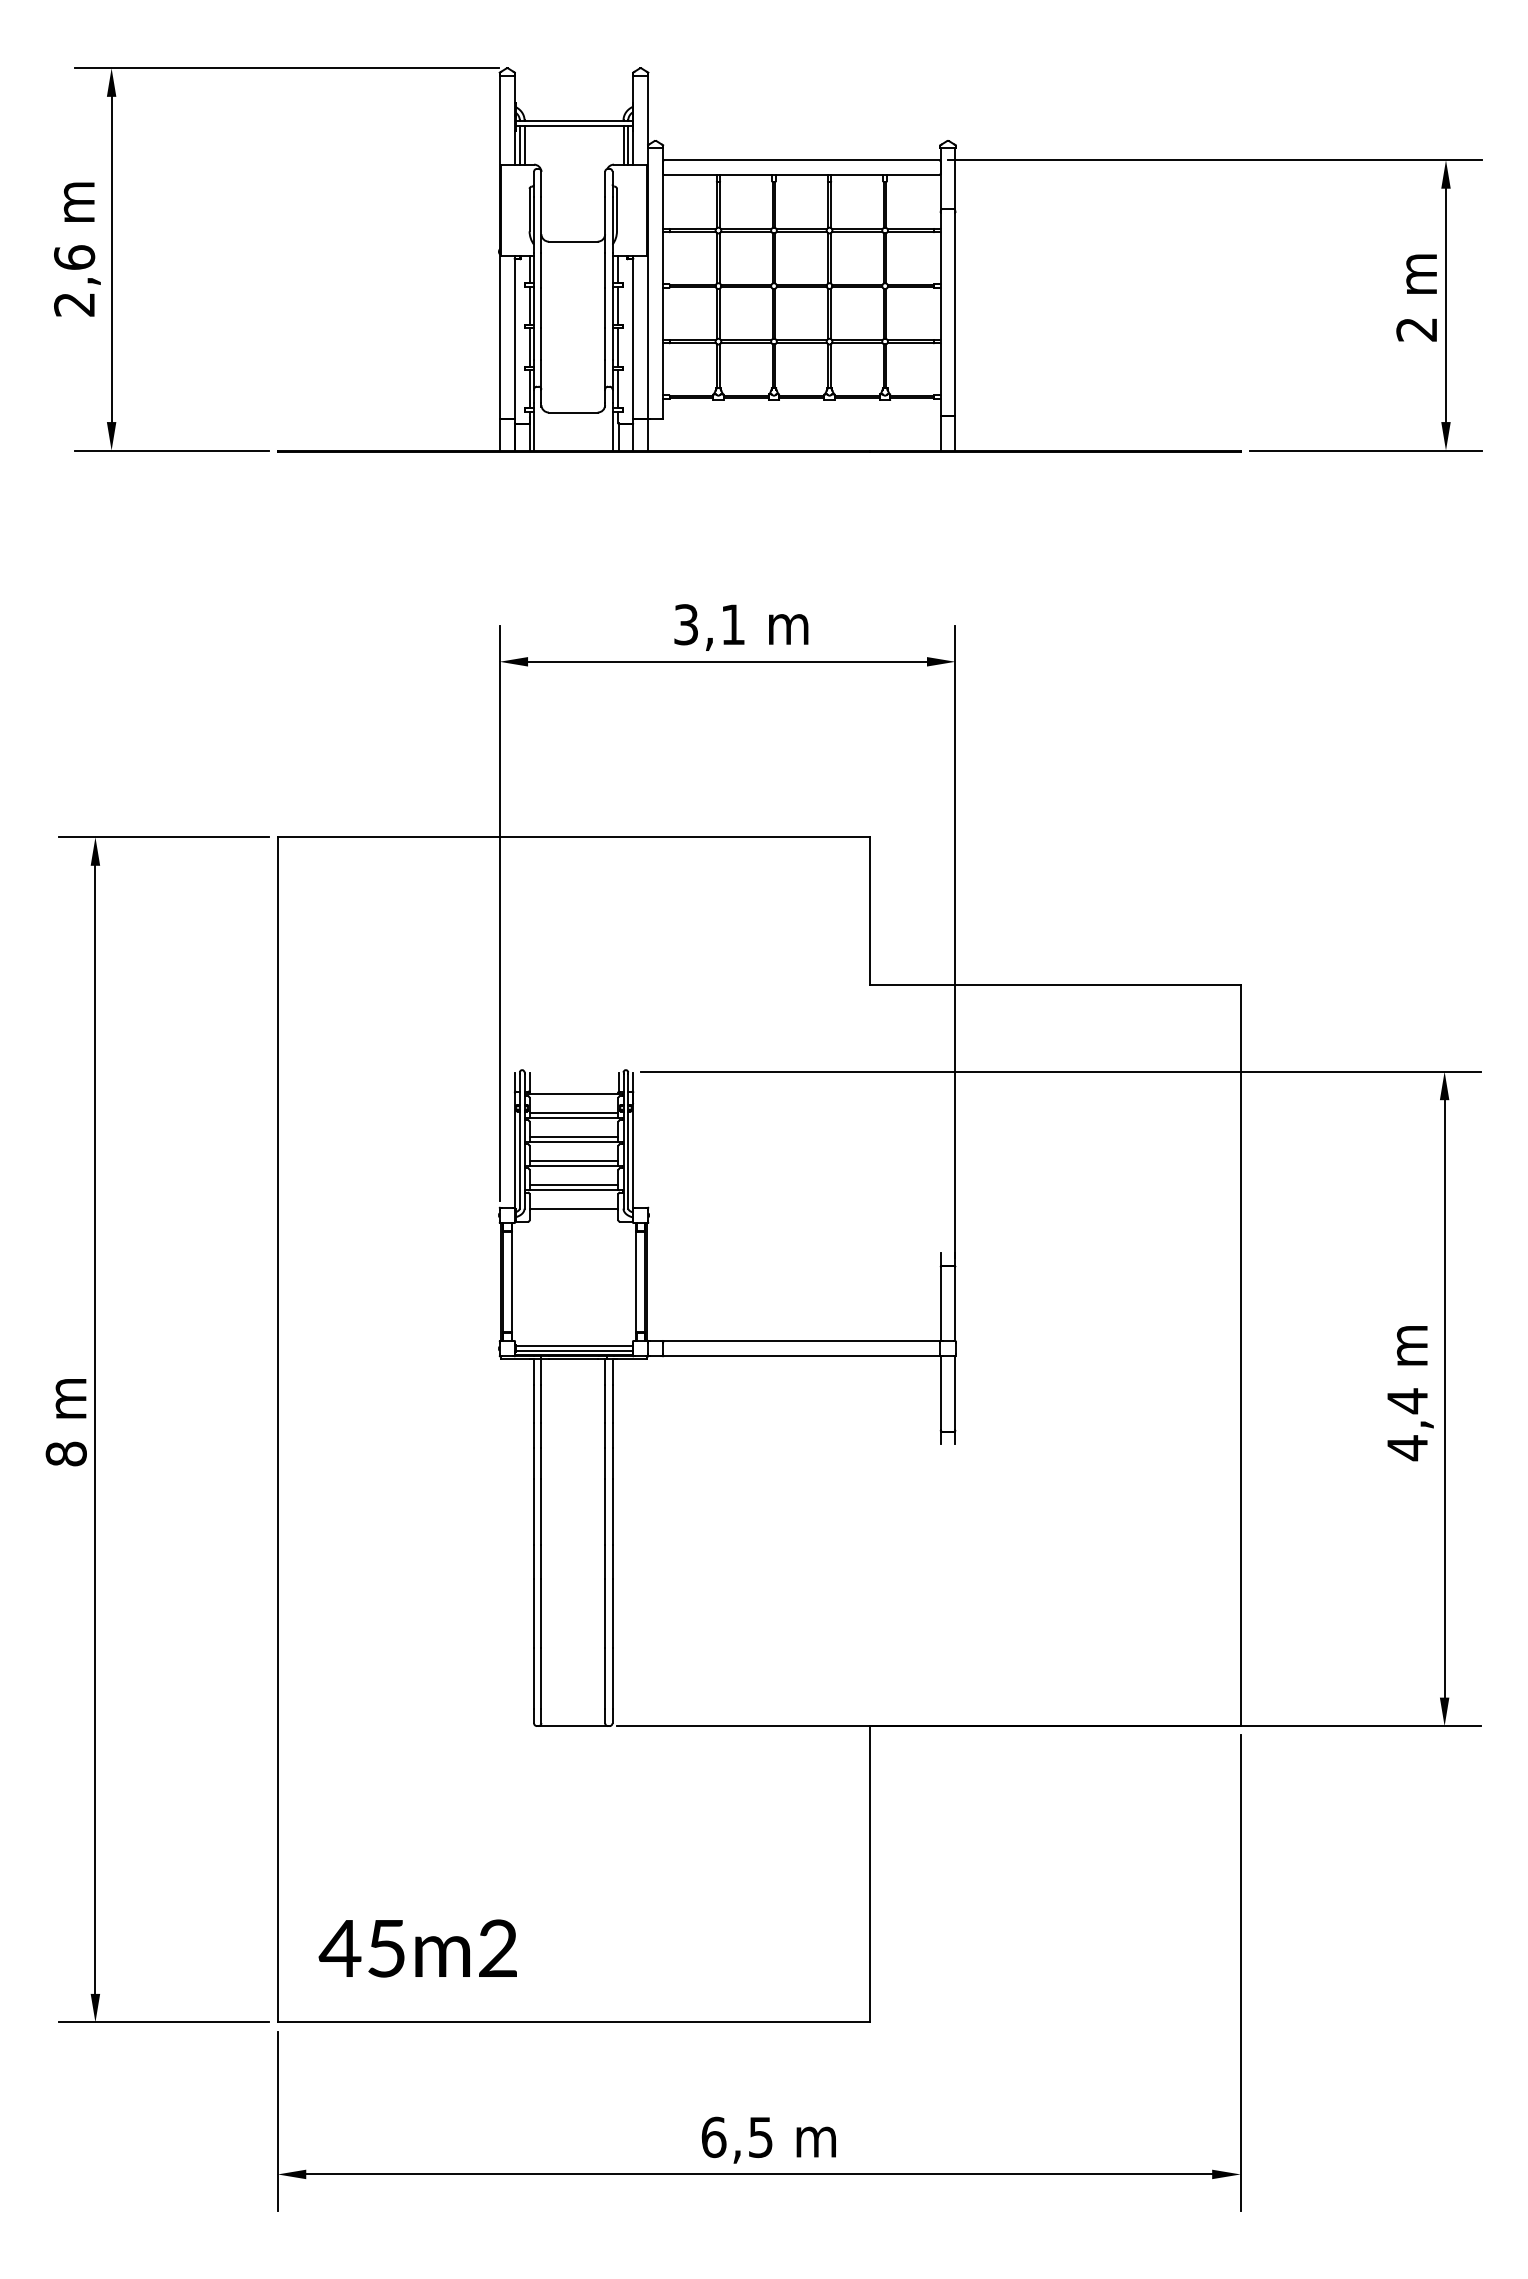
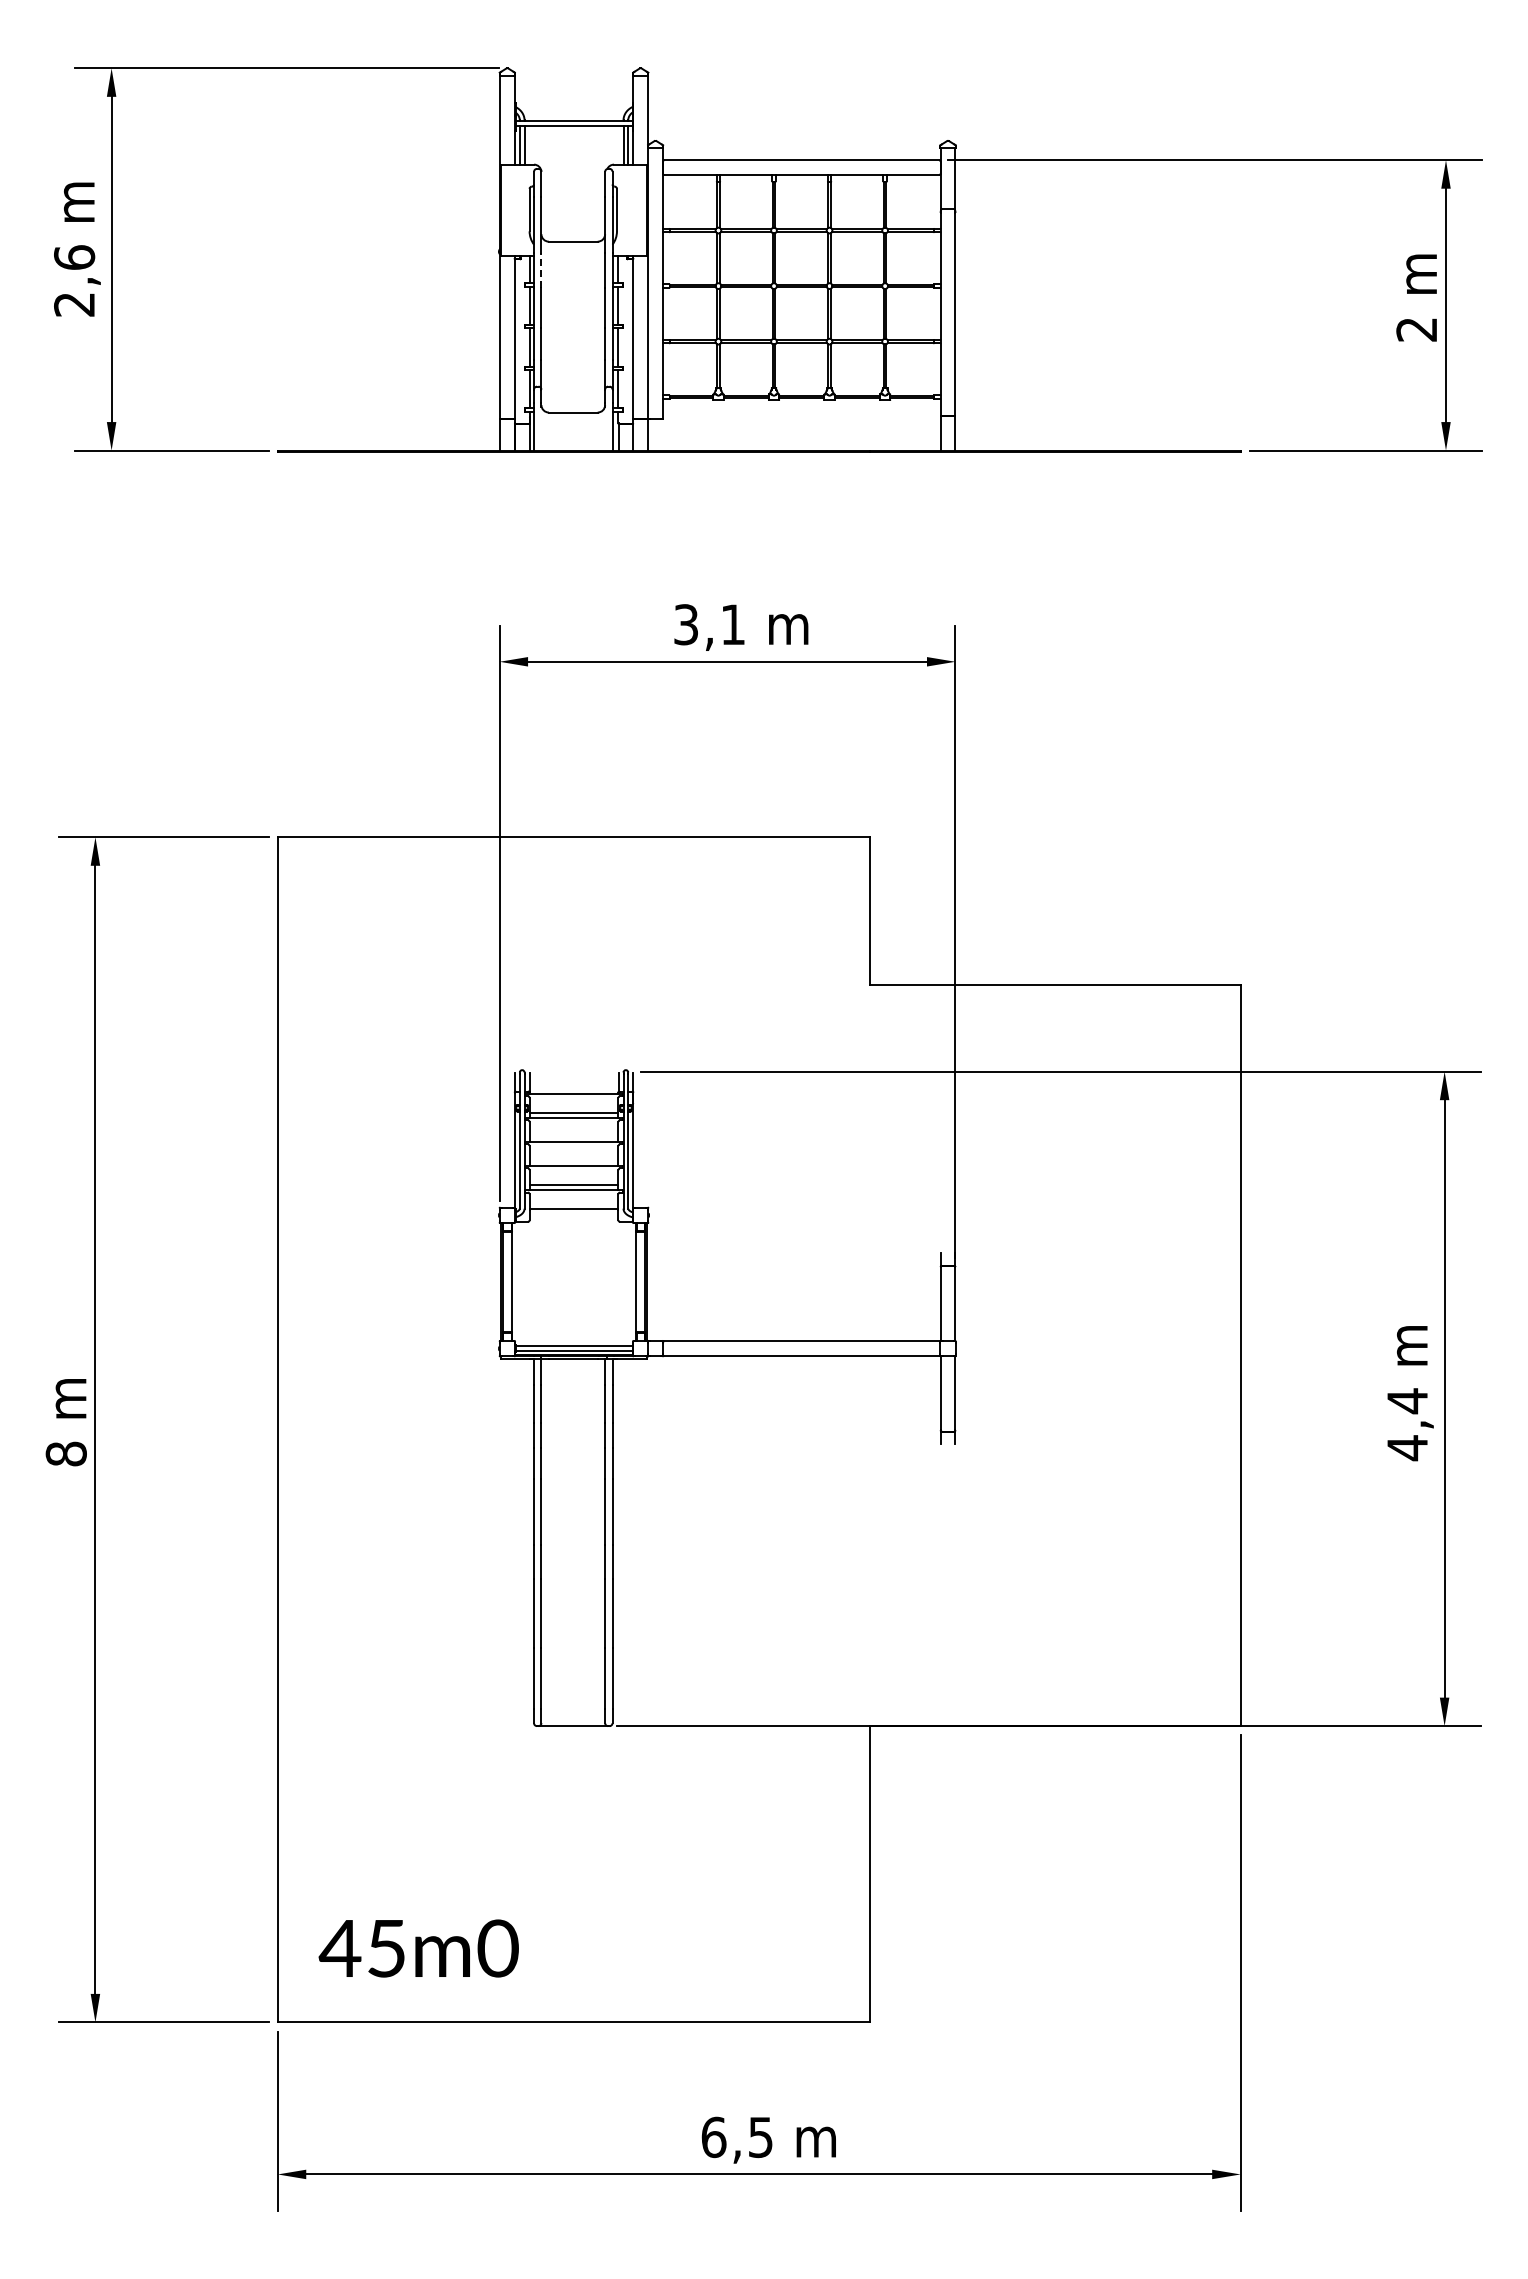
line at (541, 270): solid -> dashed
line at (573, 1137): present -> none
line at (573, 1161): present -> none
text at (497, 1948): 45m2 -> 45m0
